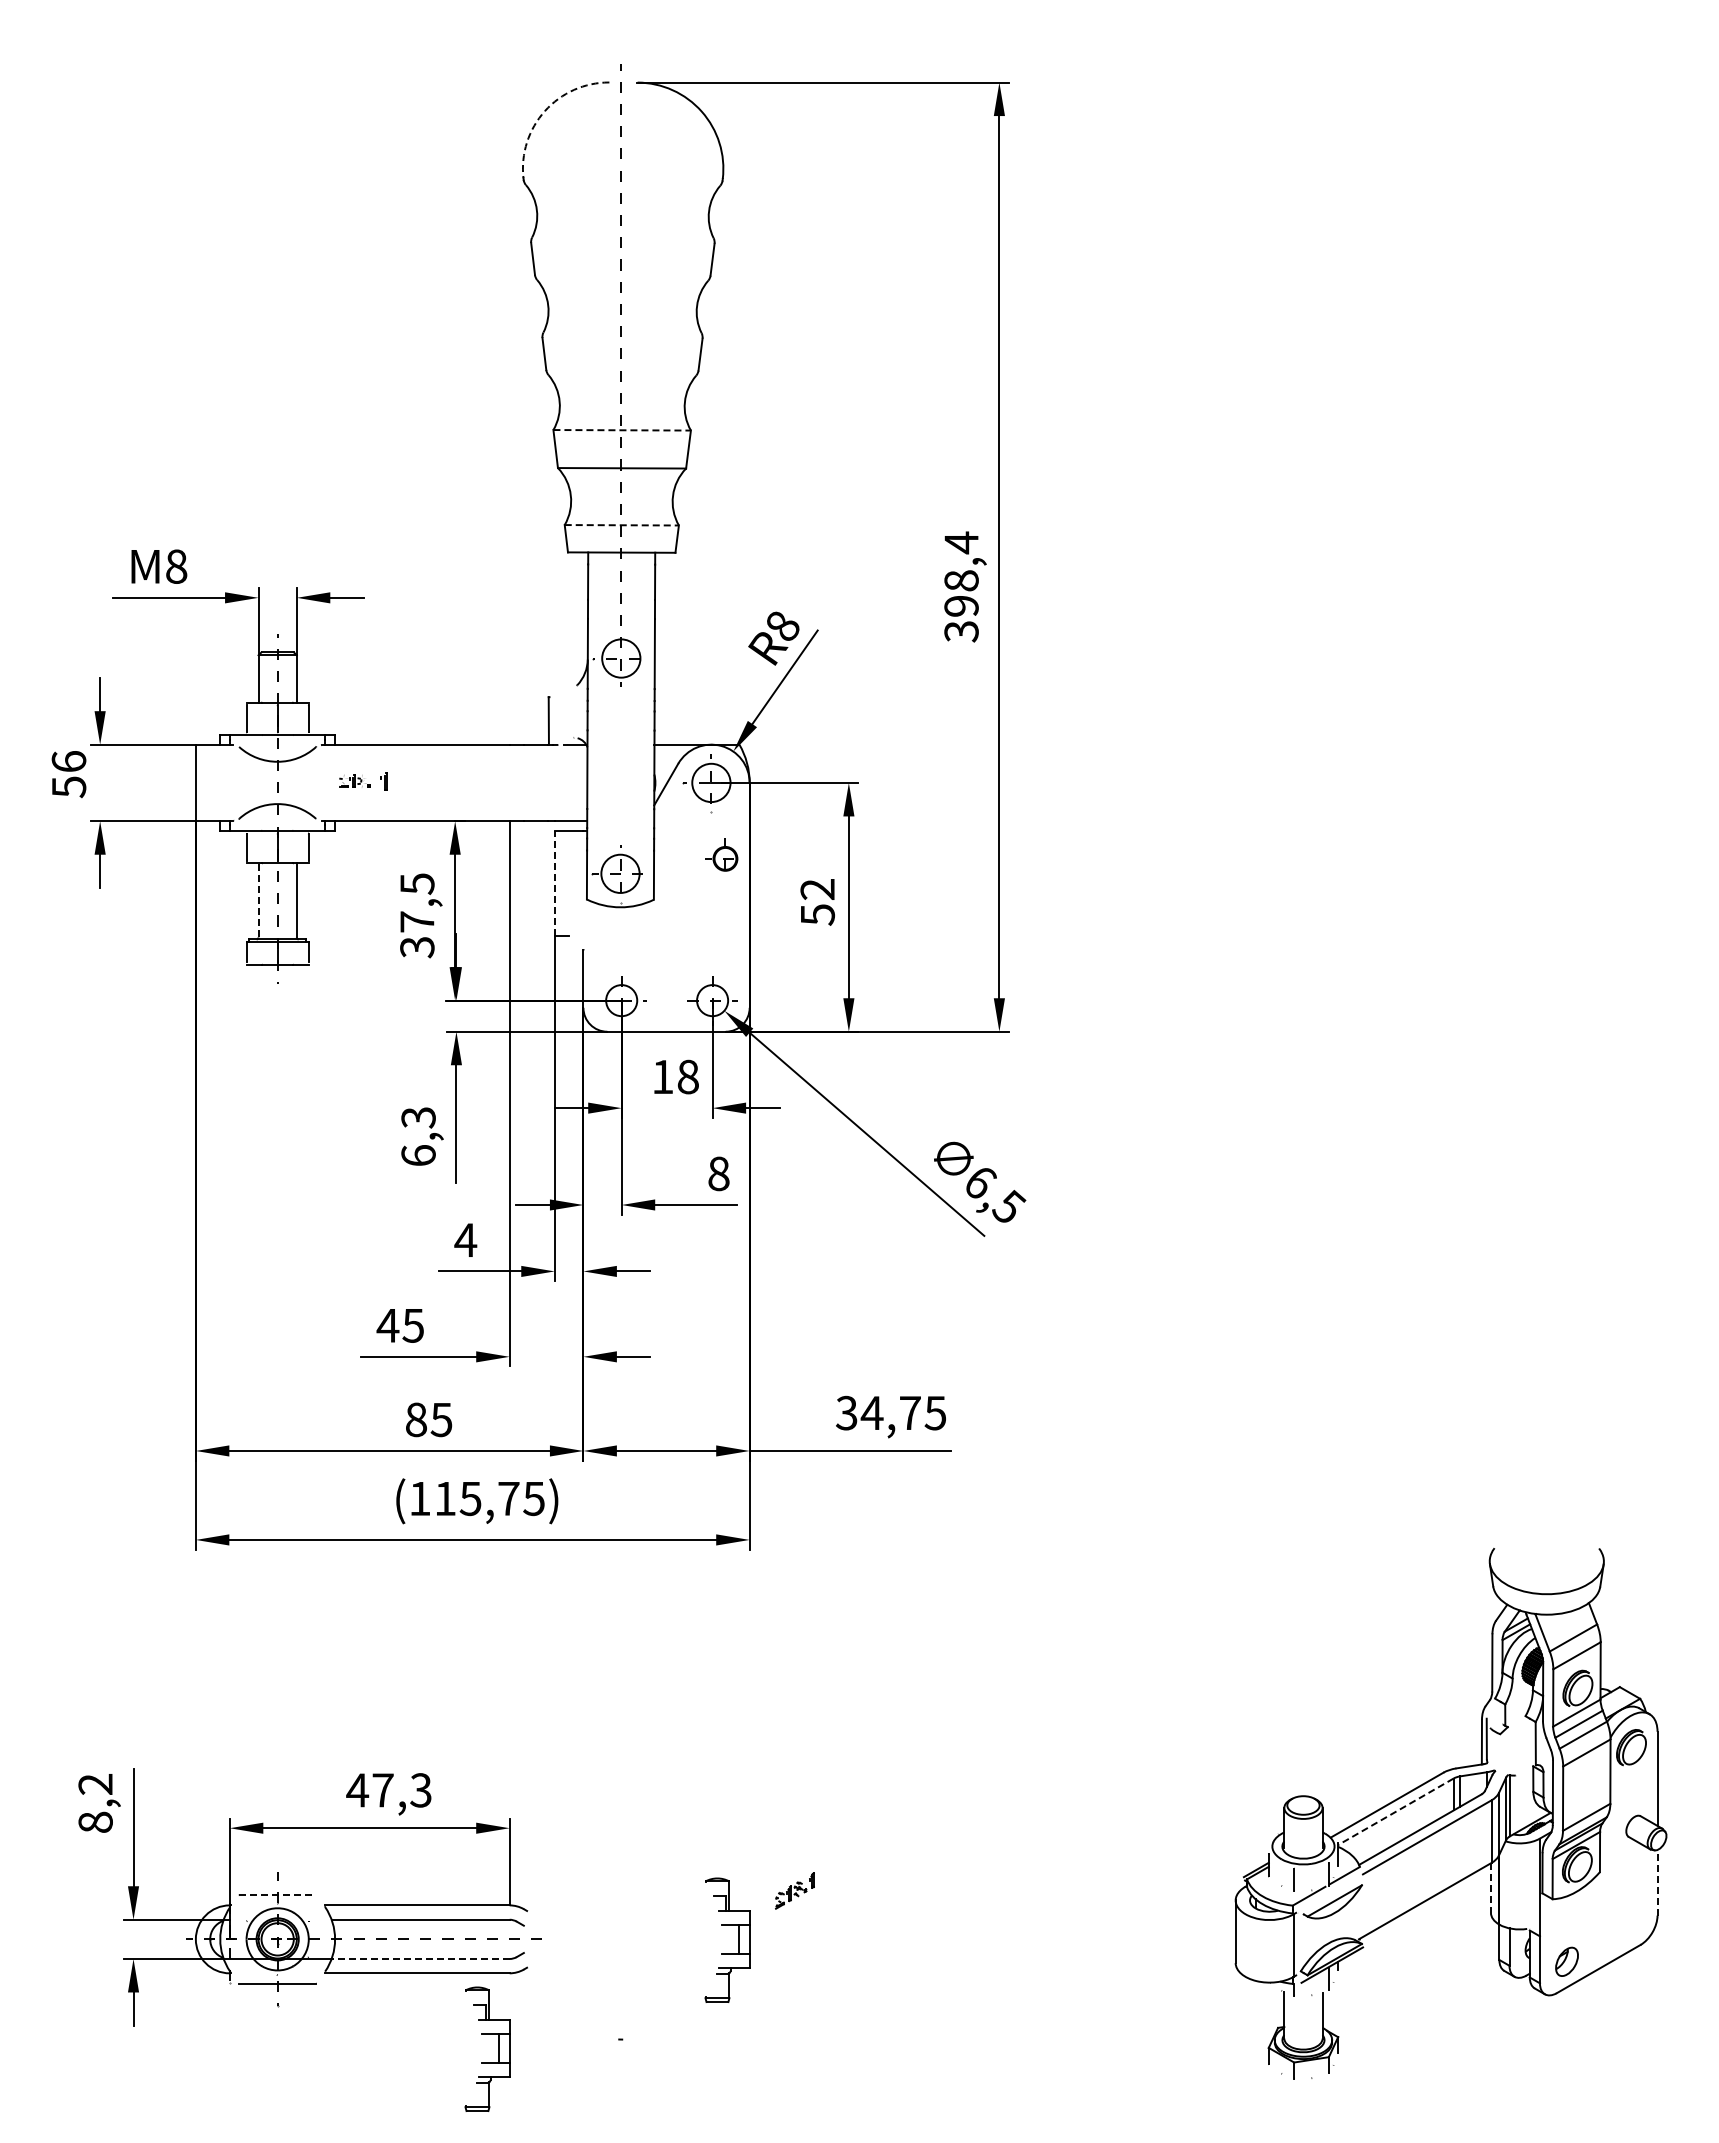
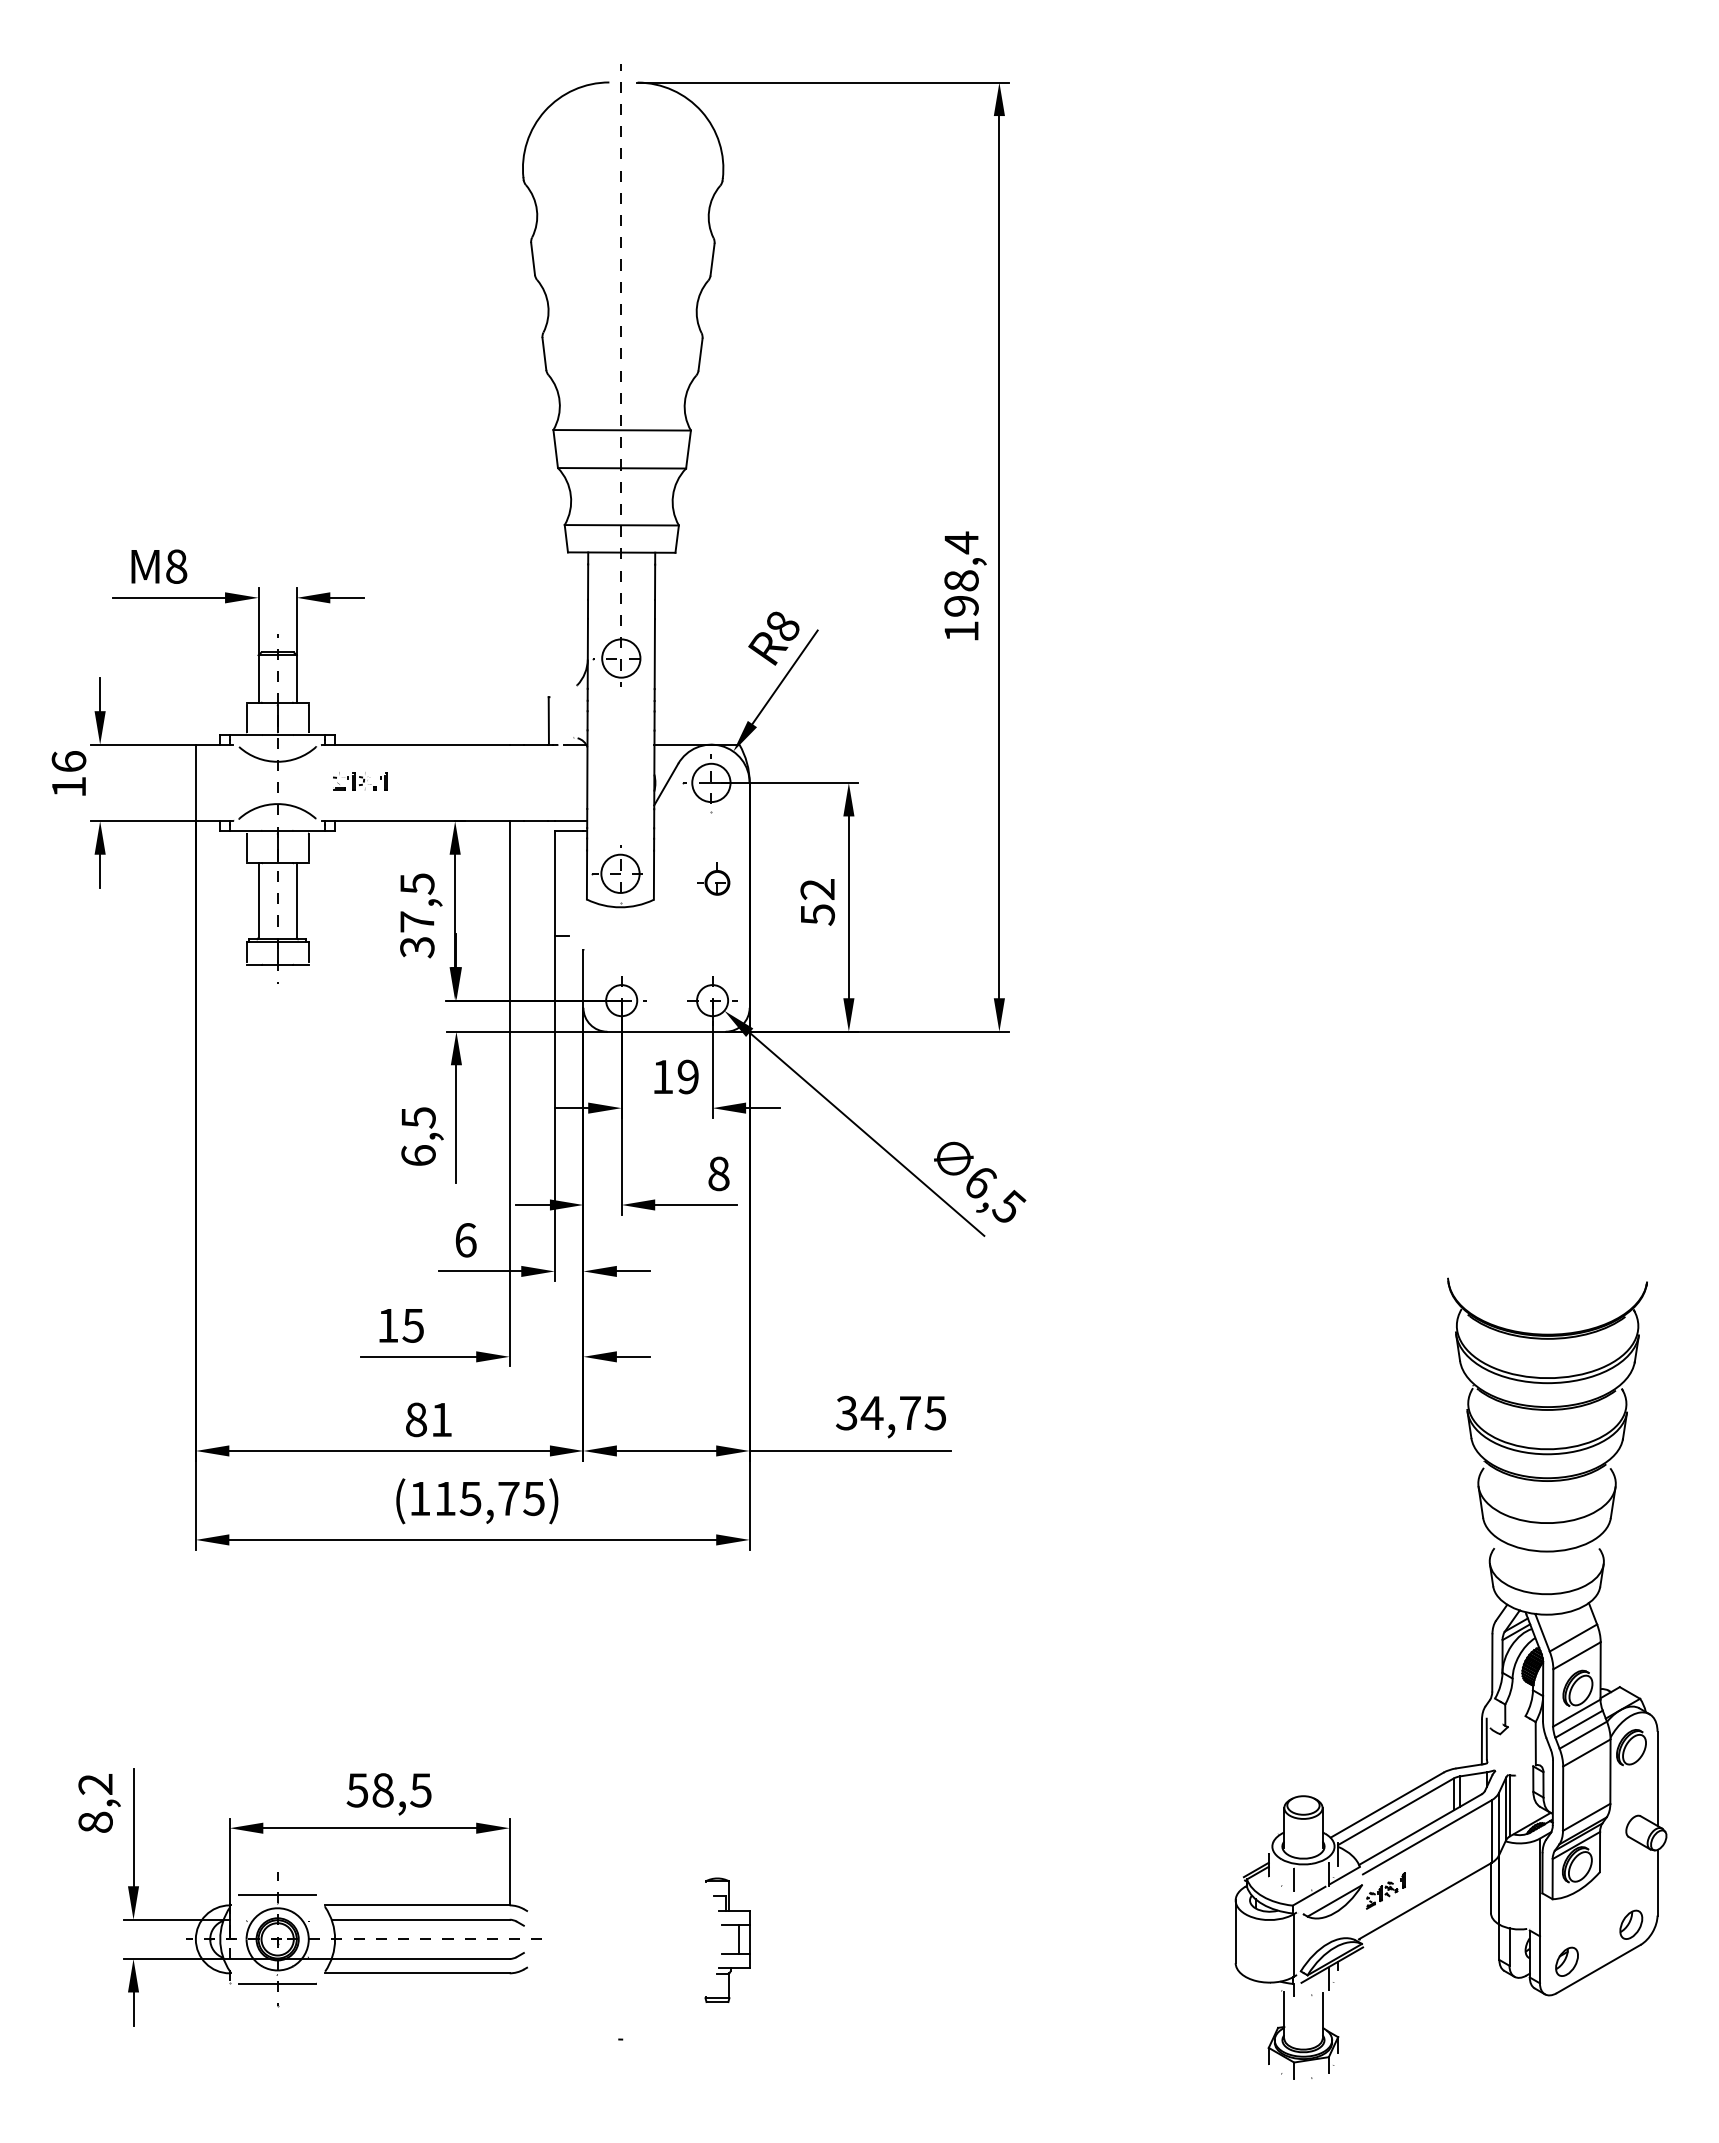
arc at (544, 111): dashed -> solid
line at (622, 430): dashed -> solid
line at (622, 525): dashed -> solid
text at (961, 631): 398,4 -> 198,4
part at (354, 780) size: 32x14 px -> 44x19 px
text at (69, 787): 56 -> 16
part at (721, 854) position: (721, 854) -> (713, 878)
line at (554, 883): dashed -> solid
line at (258, 899): dashed -> solid
text at (687, 1076): 18 -> 19
text at (417, 1117): 6,3 -> 6,5
text at (465, 1240): 4 -> 6
text at (387, 1325): 45 -> 15
part at (1547, 1414): none -> present
text at (441, 1420): 85 -> 81
text at (388, 1790): 47,3 -> 58,5
line at (1395, 1811): dashed -> solid
line at (1657, 1882): dashed -> solid
line at (1490, 1888): dashed -> solid
part at (794, 1890) position: (794, 1890) -> (1385, 1890)
line at (278, 1895): dashed -> solid
part at (1631, 1924): none -> present
line at (420, 1958): dashed -> solid
part at (498, 2048): present -> none
